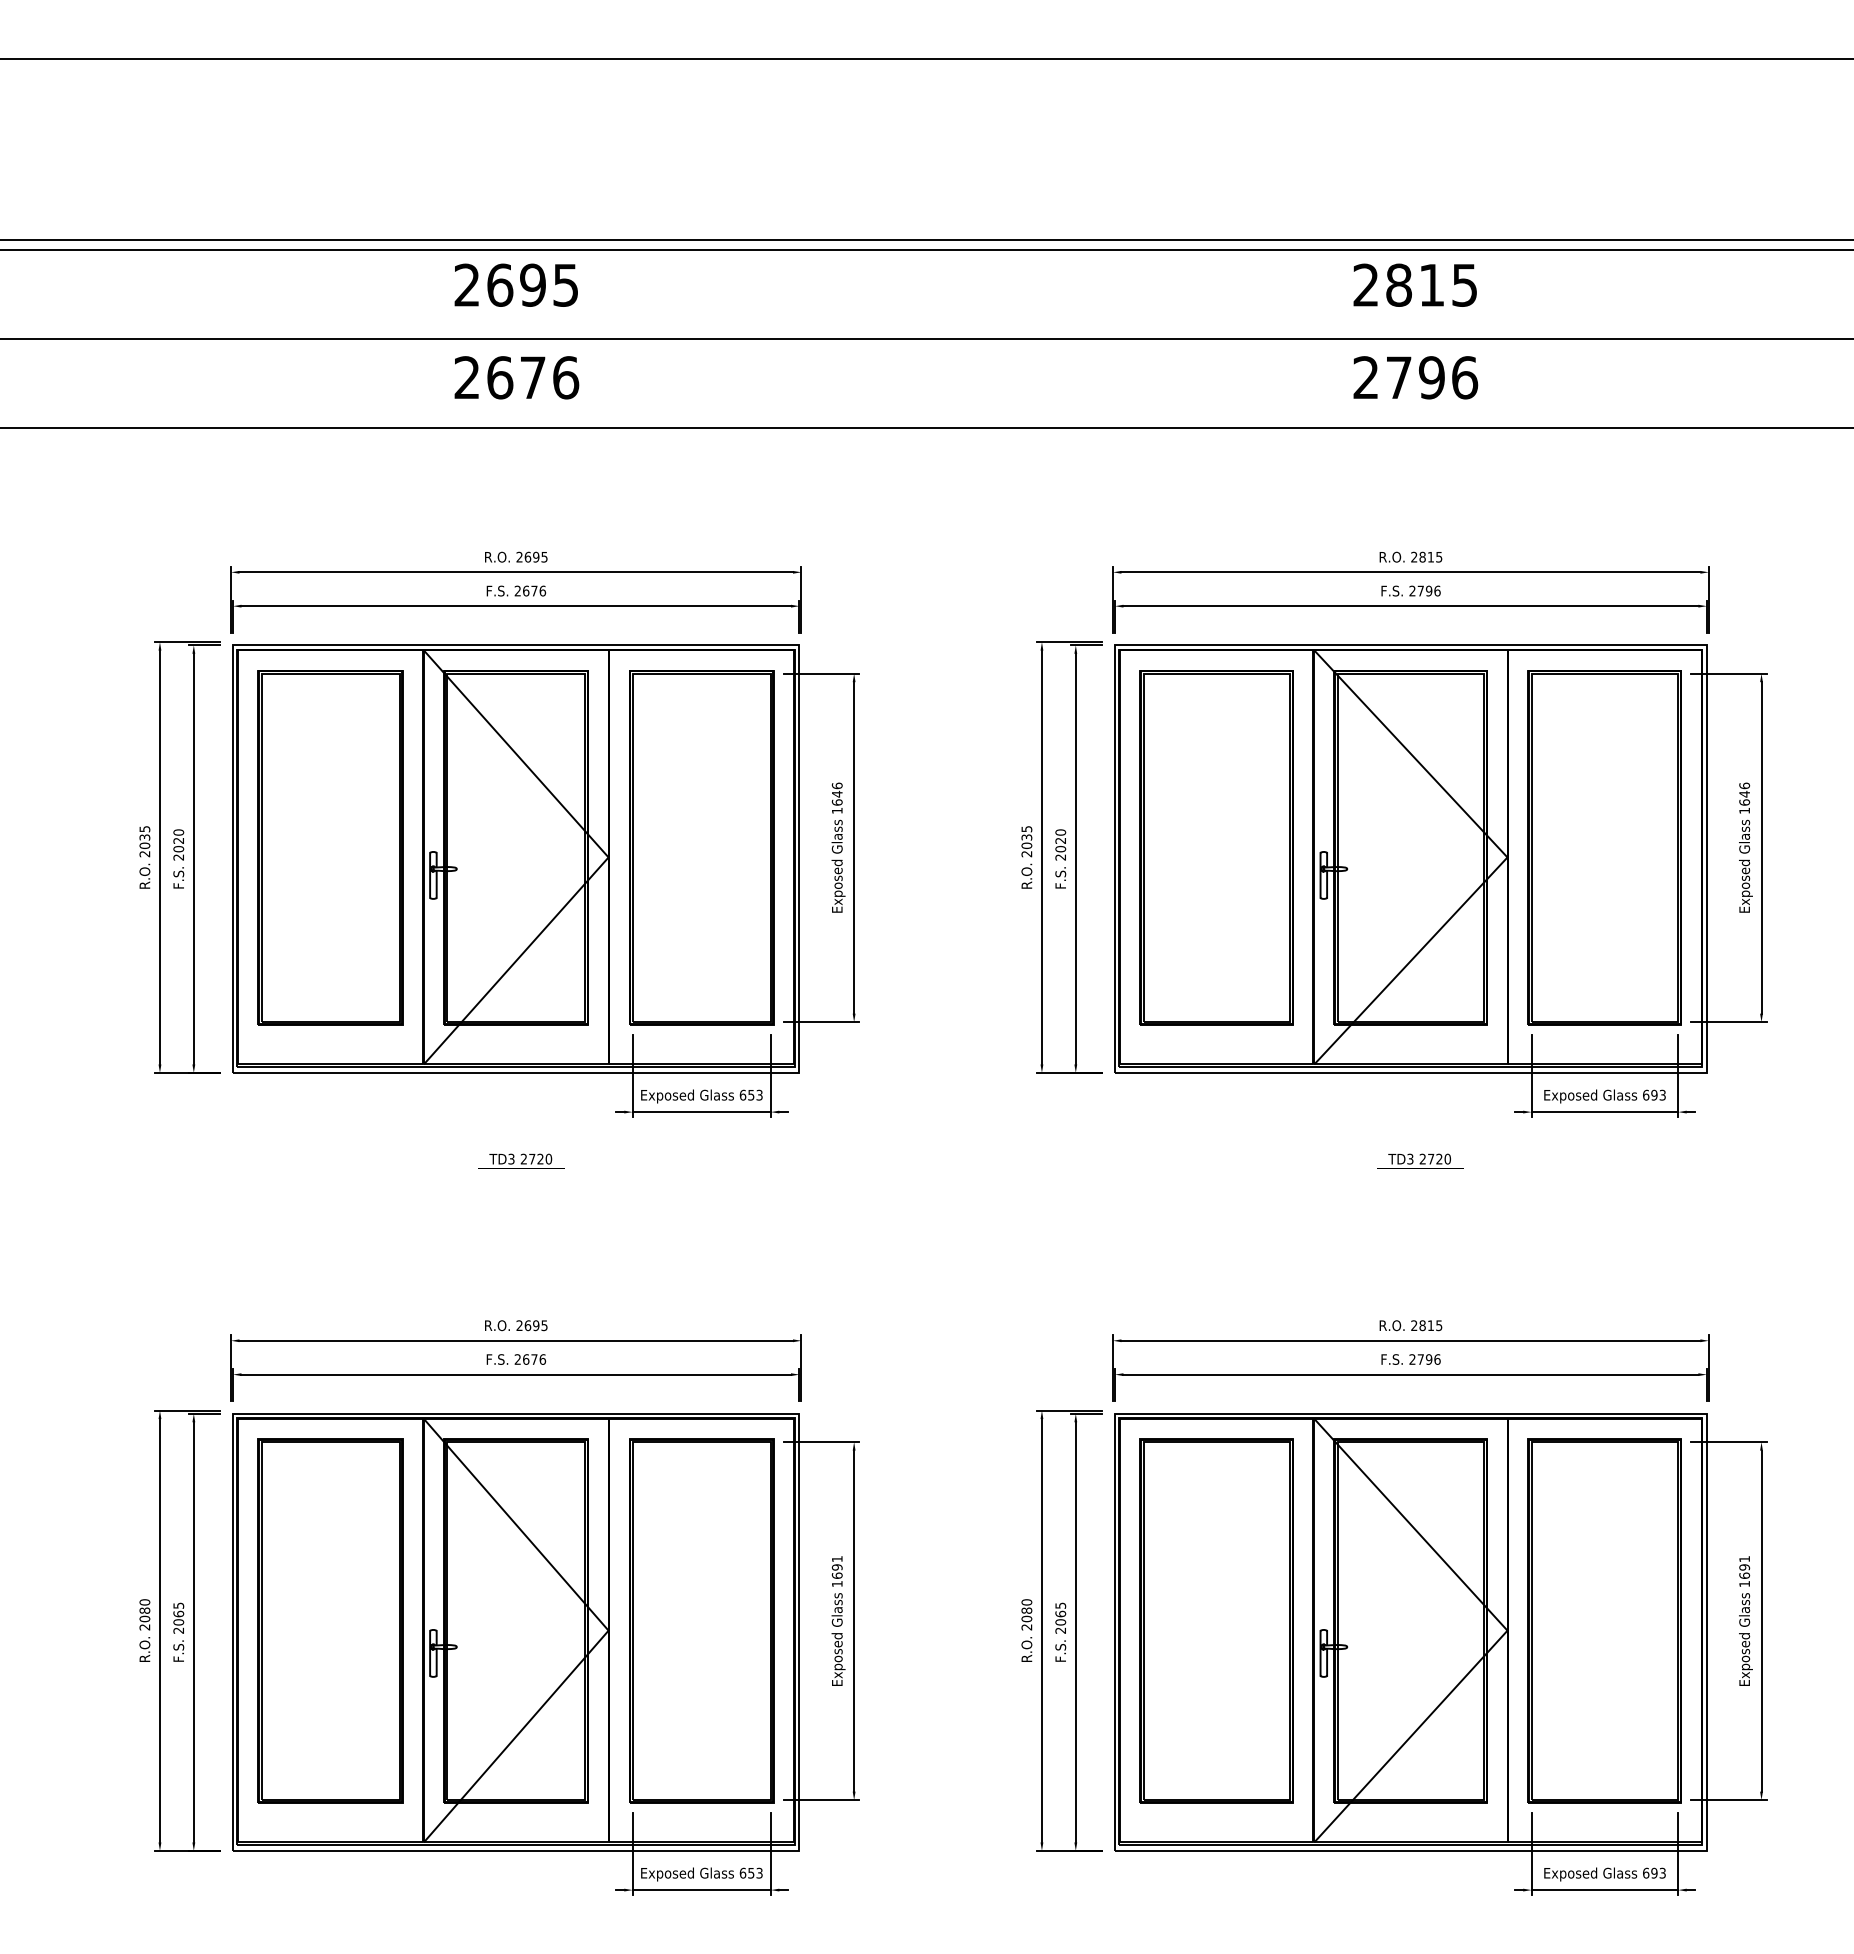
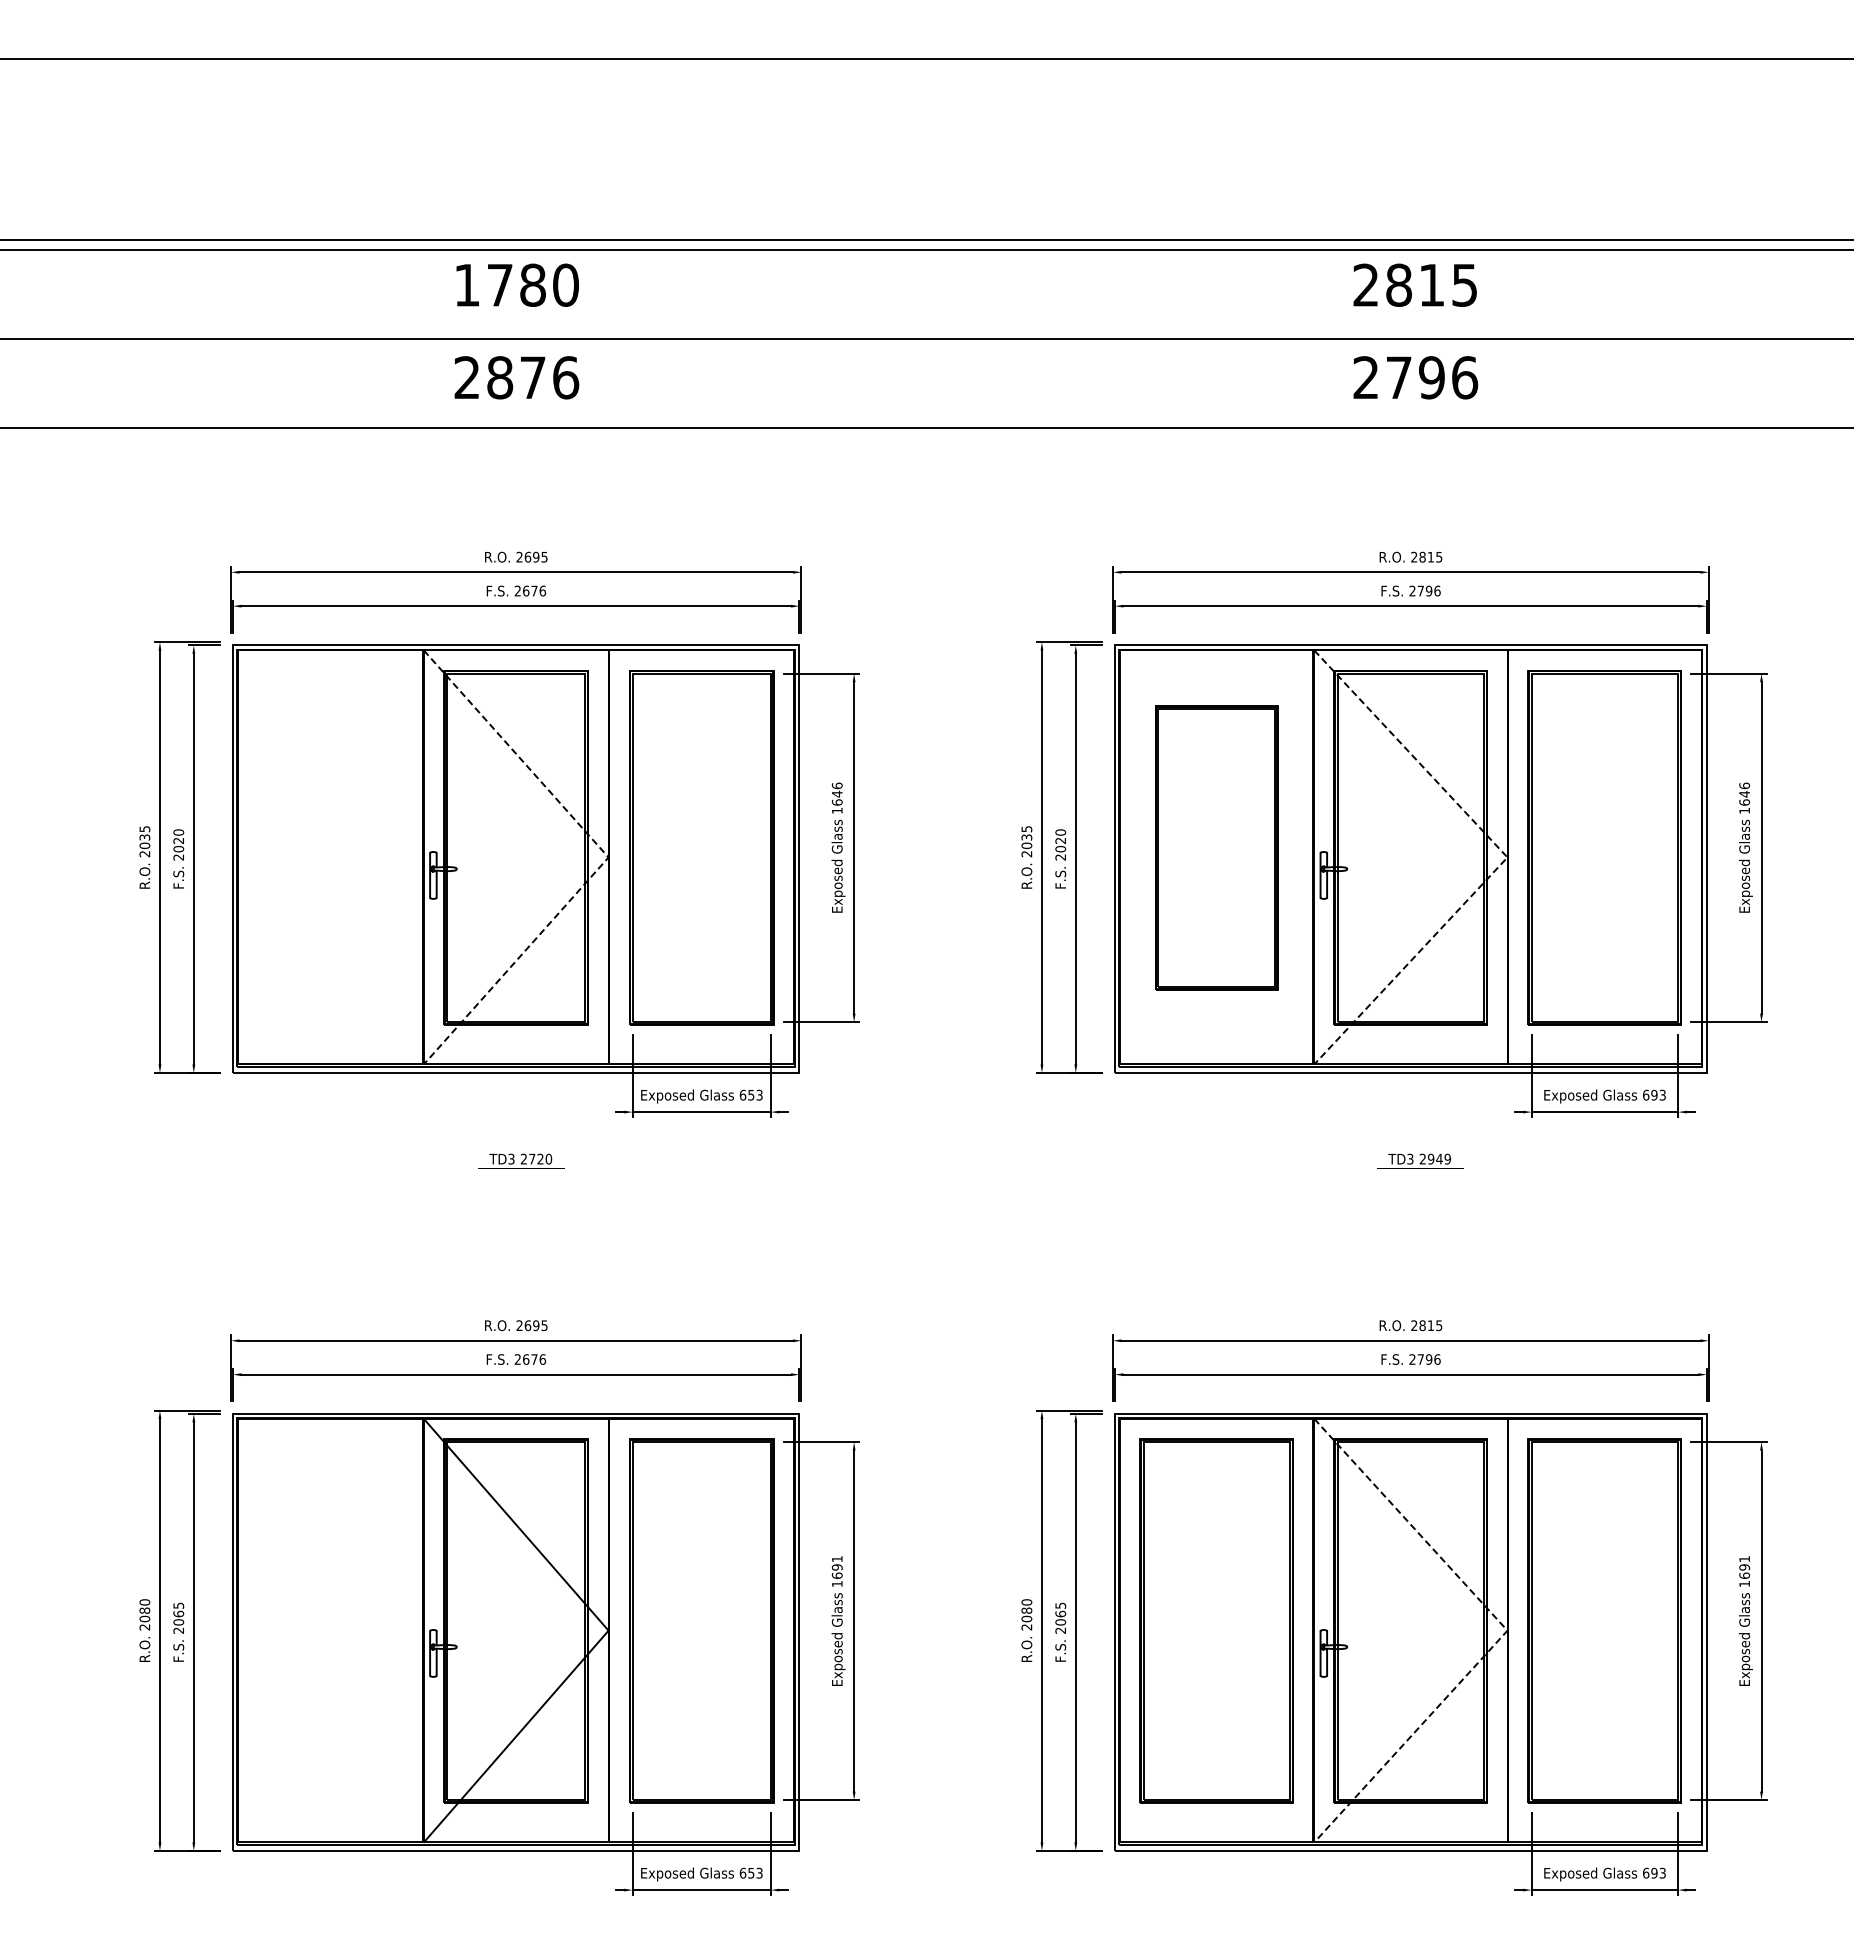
text at (516, 284): 2695 -> 1780
text at (500, 377): 2676 -> 2876
part at (330, 847): present -> none
part at (1216, 847) size: 155x356 px -> 124x286 px
line at (608, 857): solid -> dashed
line at (1507, 857): solid -> dashed
text at (1438, 1158): 2720 -> 2949
part at (330, 1620): present -> none
line at (1507, 1630): solid -> dashed
